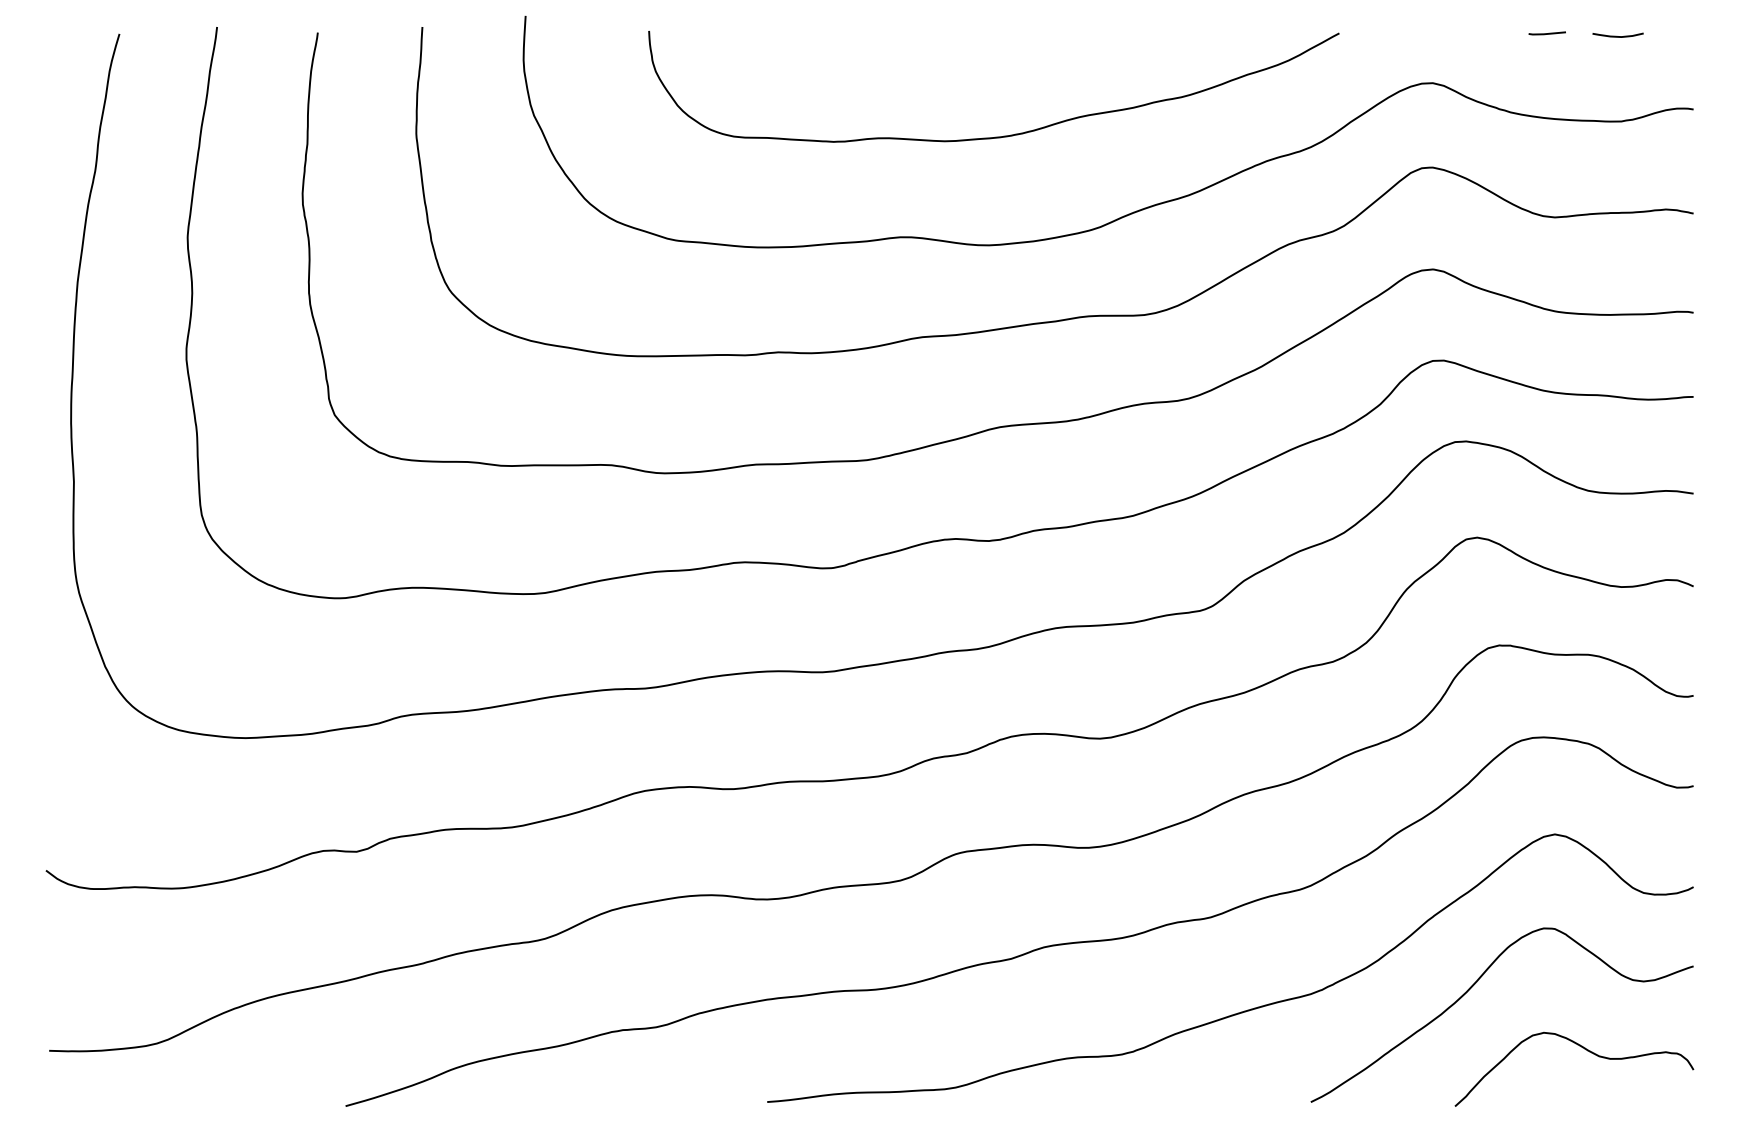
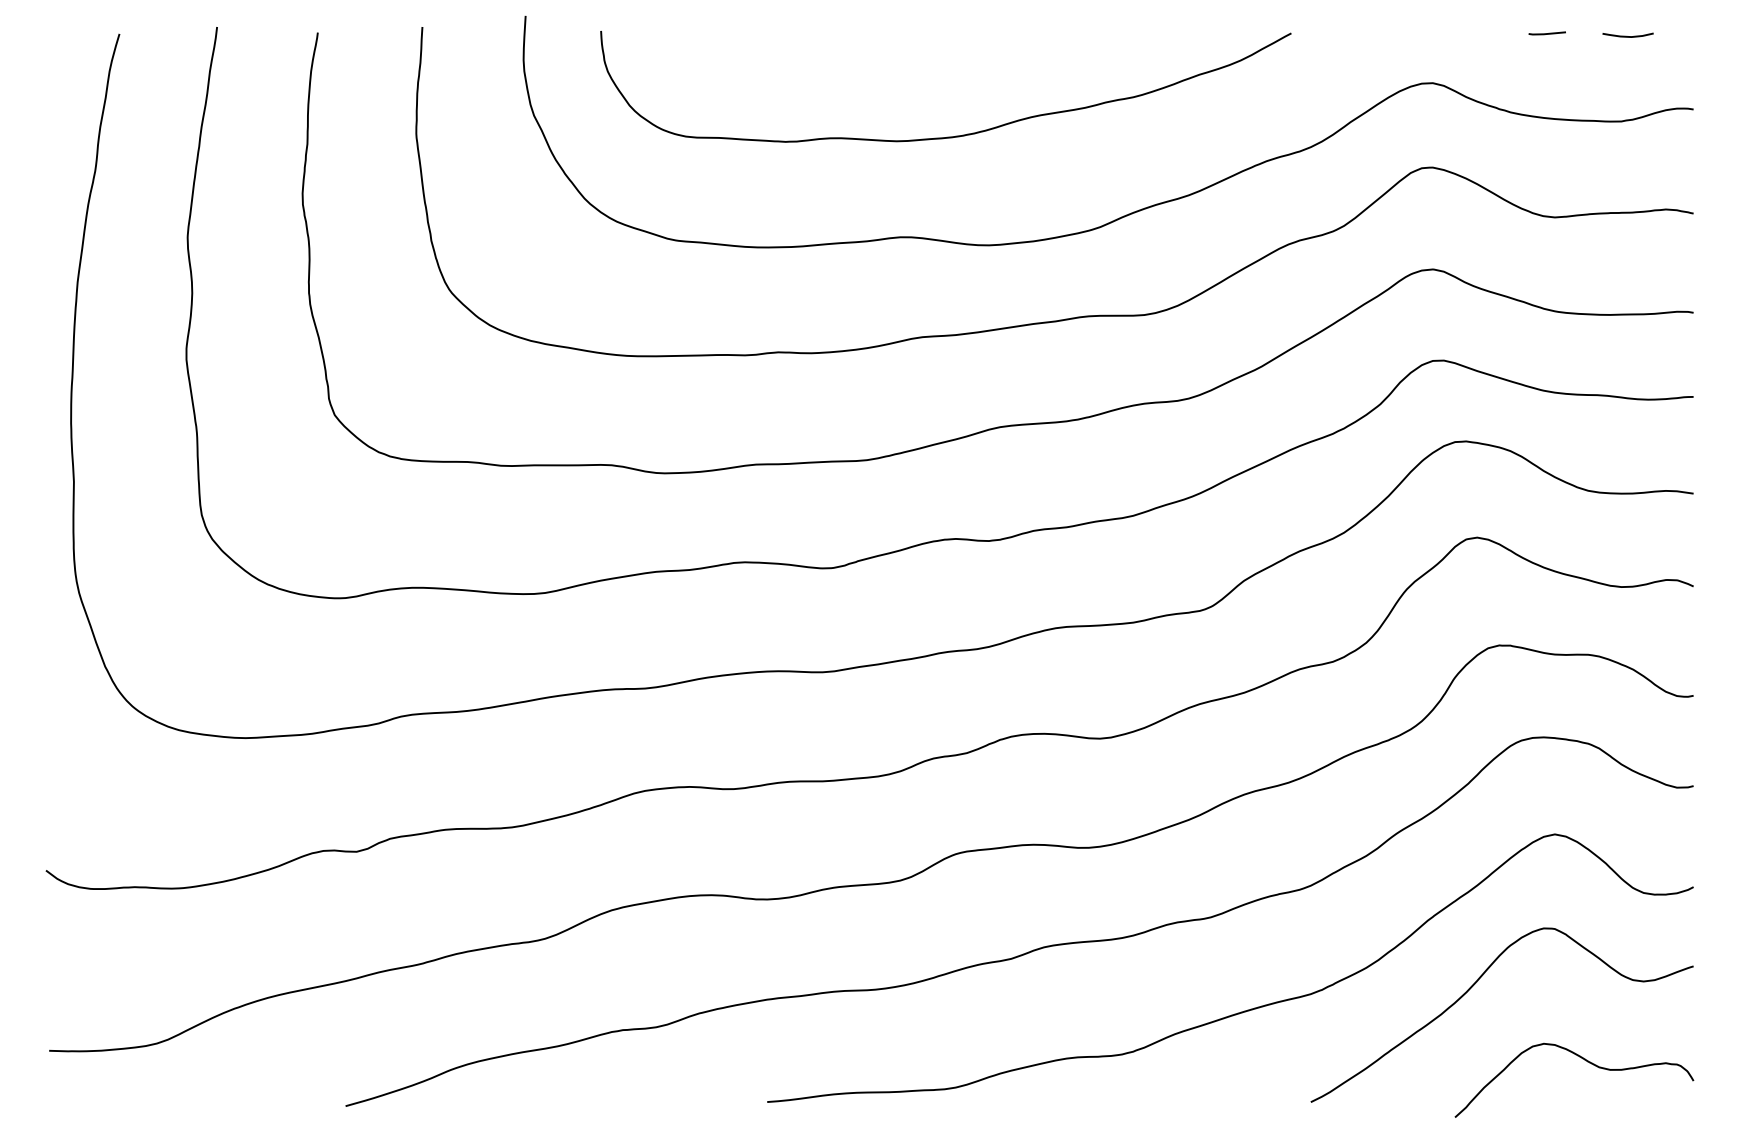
curve at (1616, 35) position: (1616, 35) -> (1626, 35)
curve at (1003, 135) position: (1003, 135) -> (955, 135)
curve at (1587, 1051) position: (1587, 1051) -> (1587, 1062)
